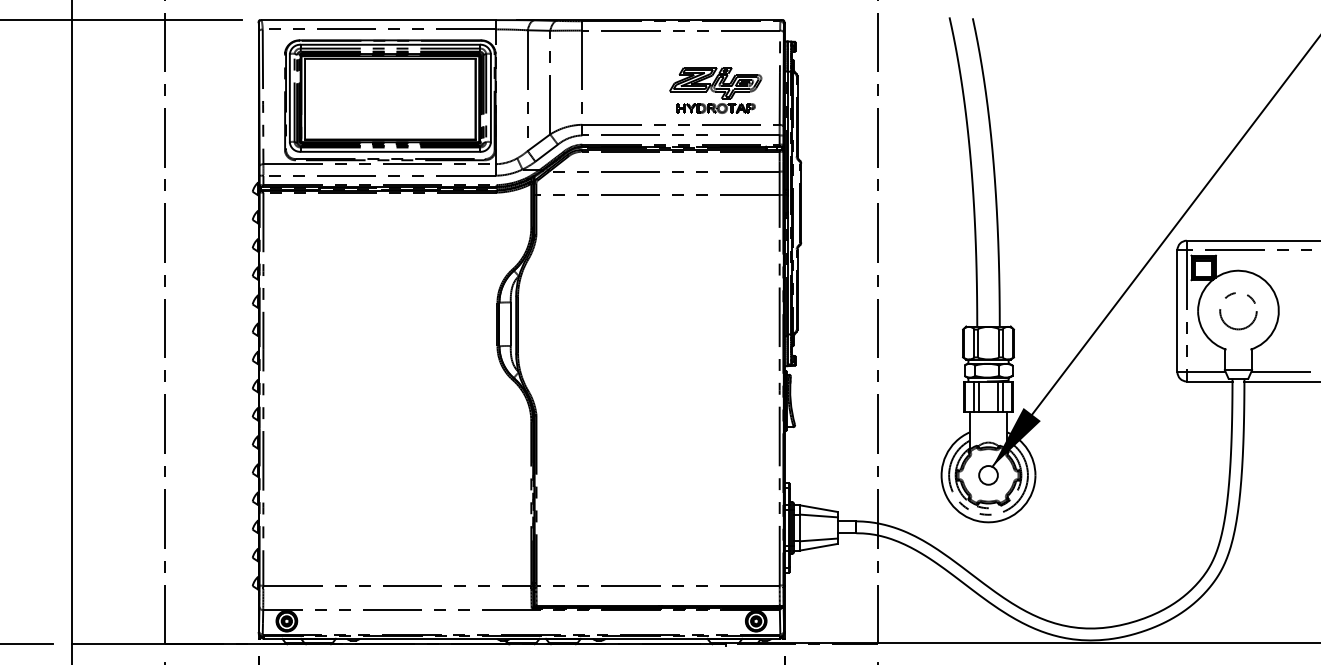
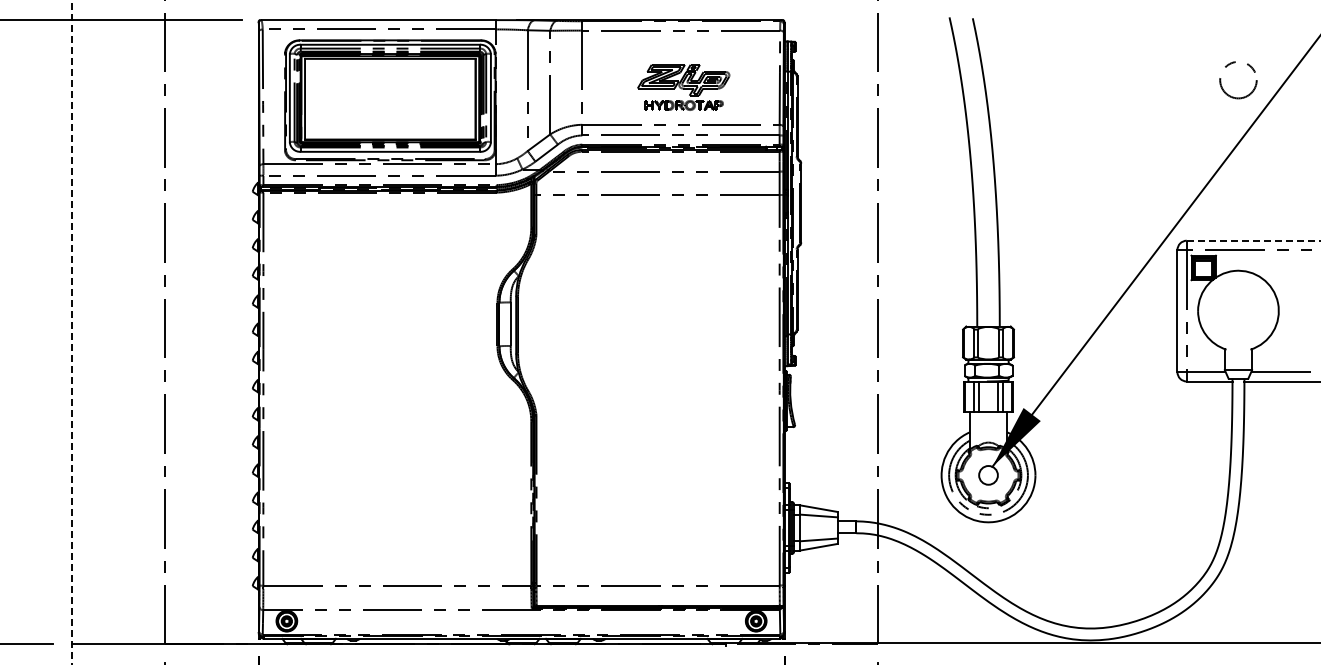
part at (715, 90) position: (715, 90) -> (683, 87)
line at (1253, 240): solid -> dashed
circle at (1238, 311) position: (1238, 311) -> (1238, 80)
line at (71, 332): solid -> dashed
